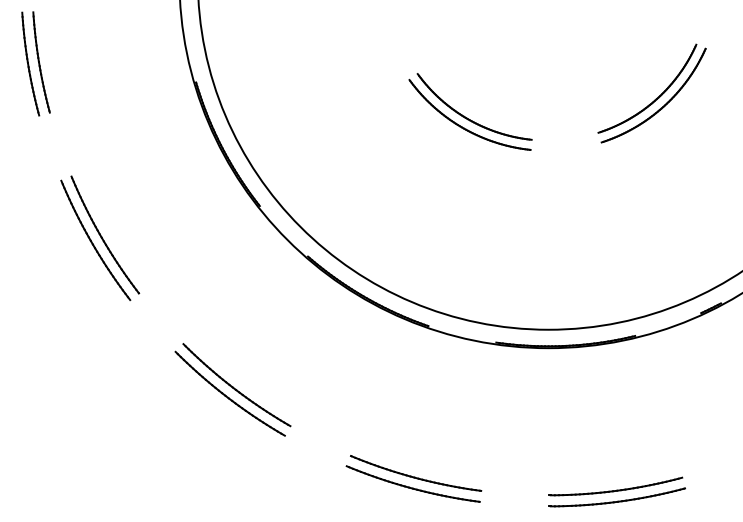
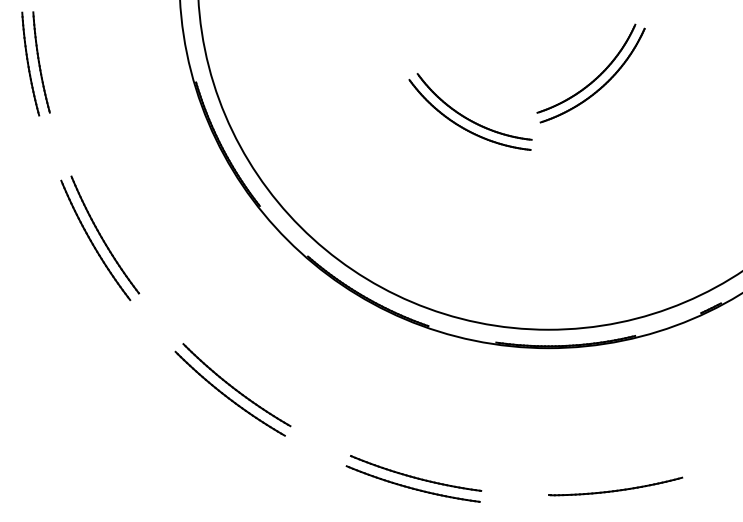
part at (655, 98) position: (655, 98) -> (594, 78)
part at (616, 497): present -> none
